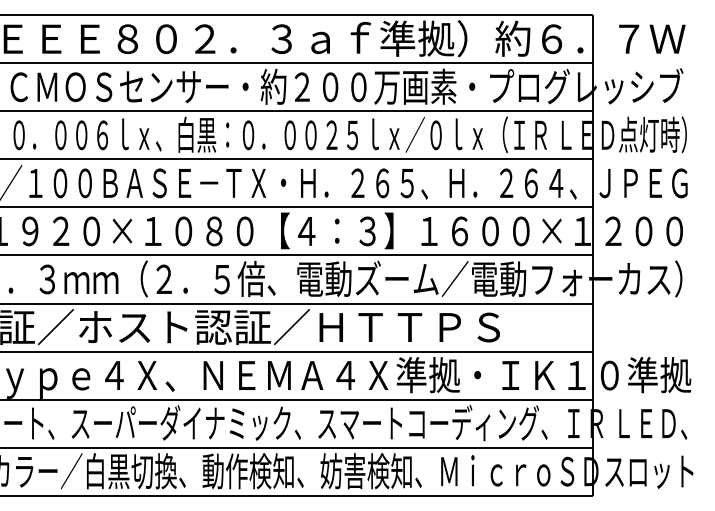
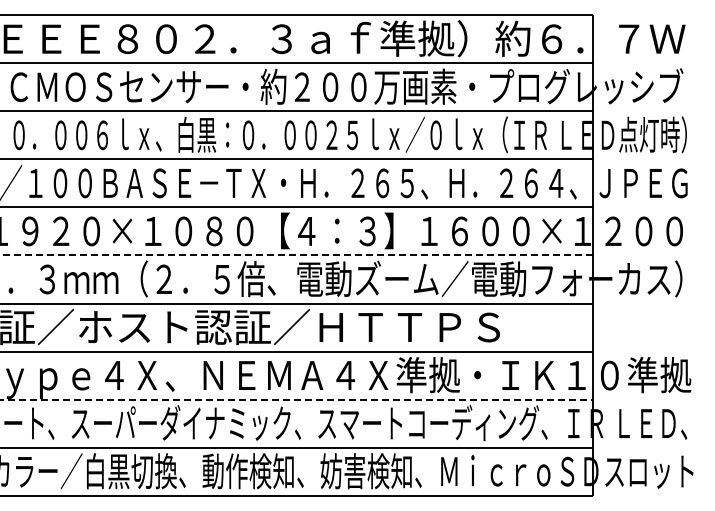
line at (296, 255): solid -> dashed
line at (297, 399): solid -> dashed
